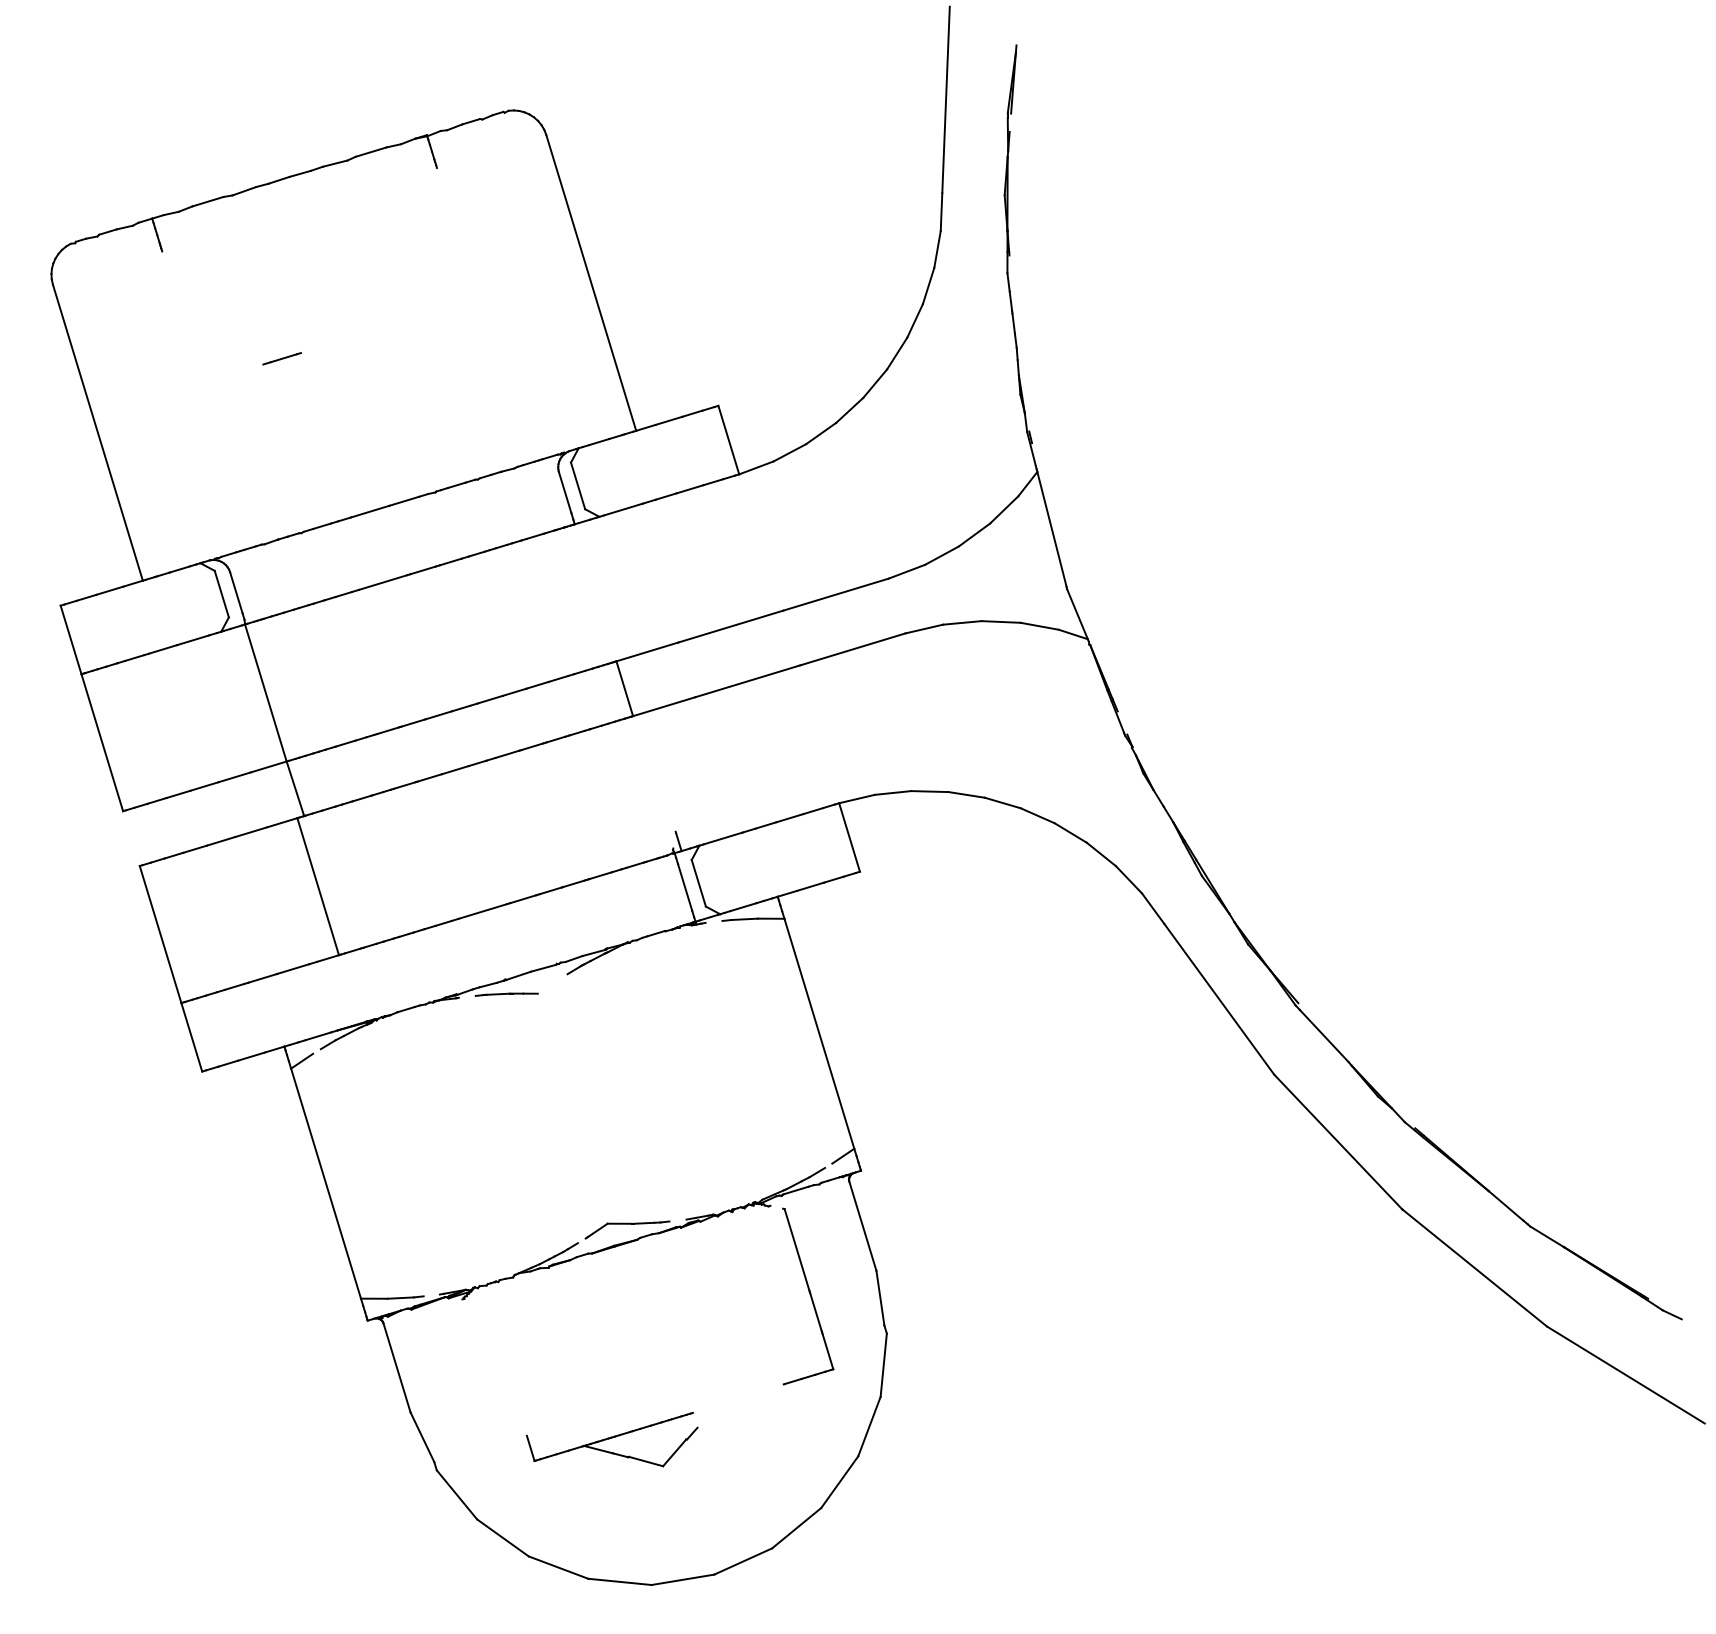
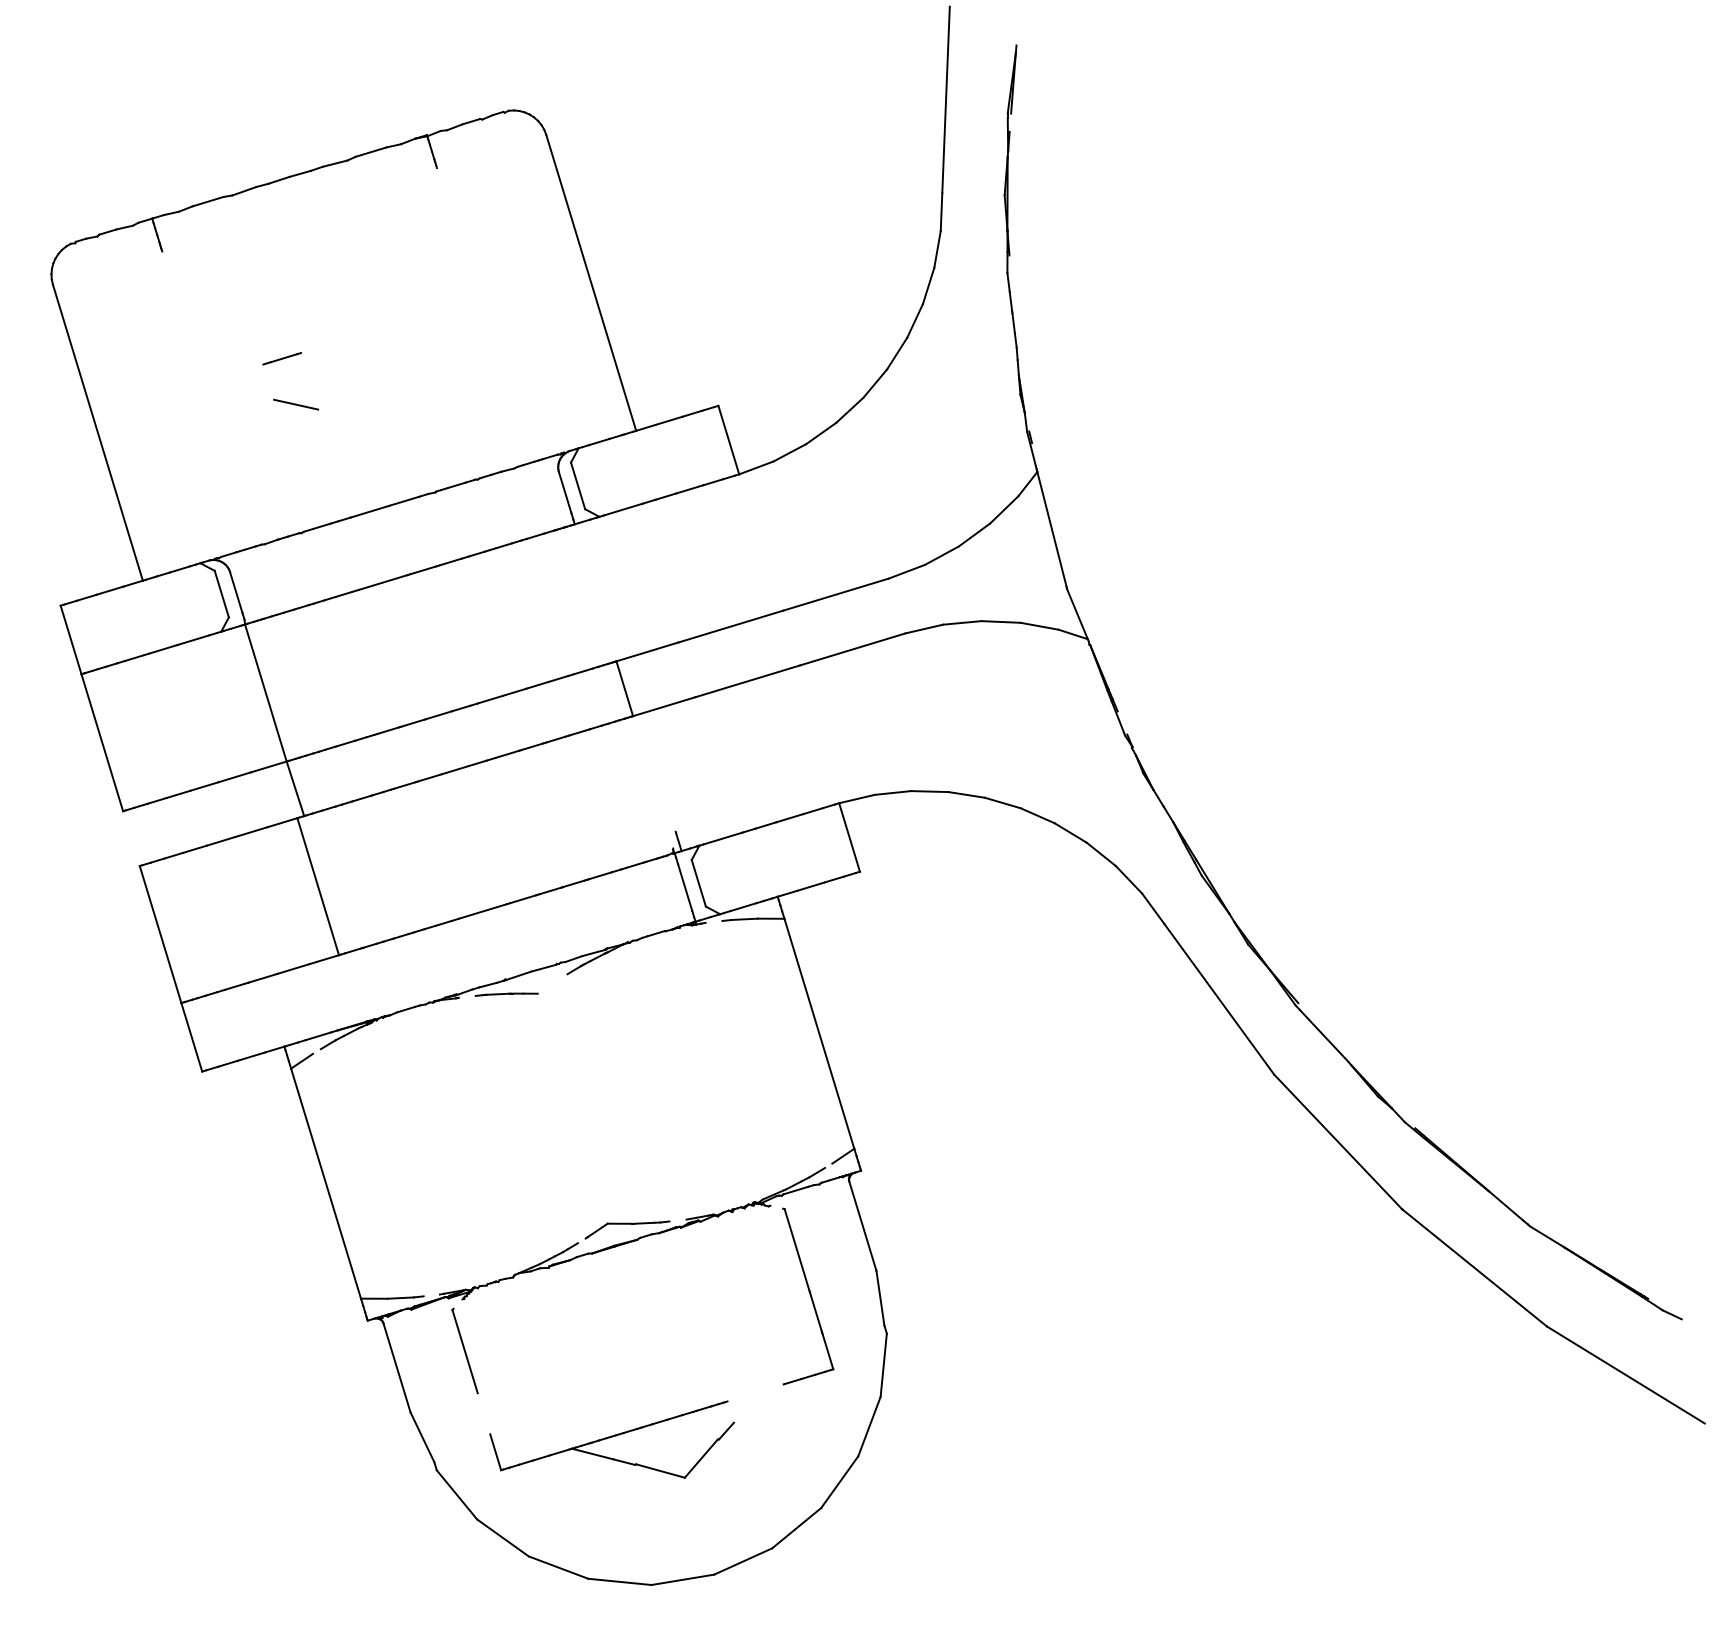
line at (296, 404): none -> present
part at (464, 1350): none -> present
part at (611, 1439) size: 174x57 px -> 247x79 px
